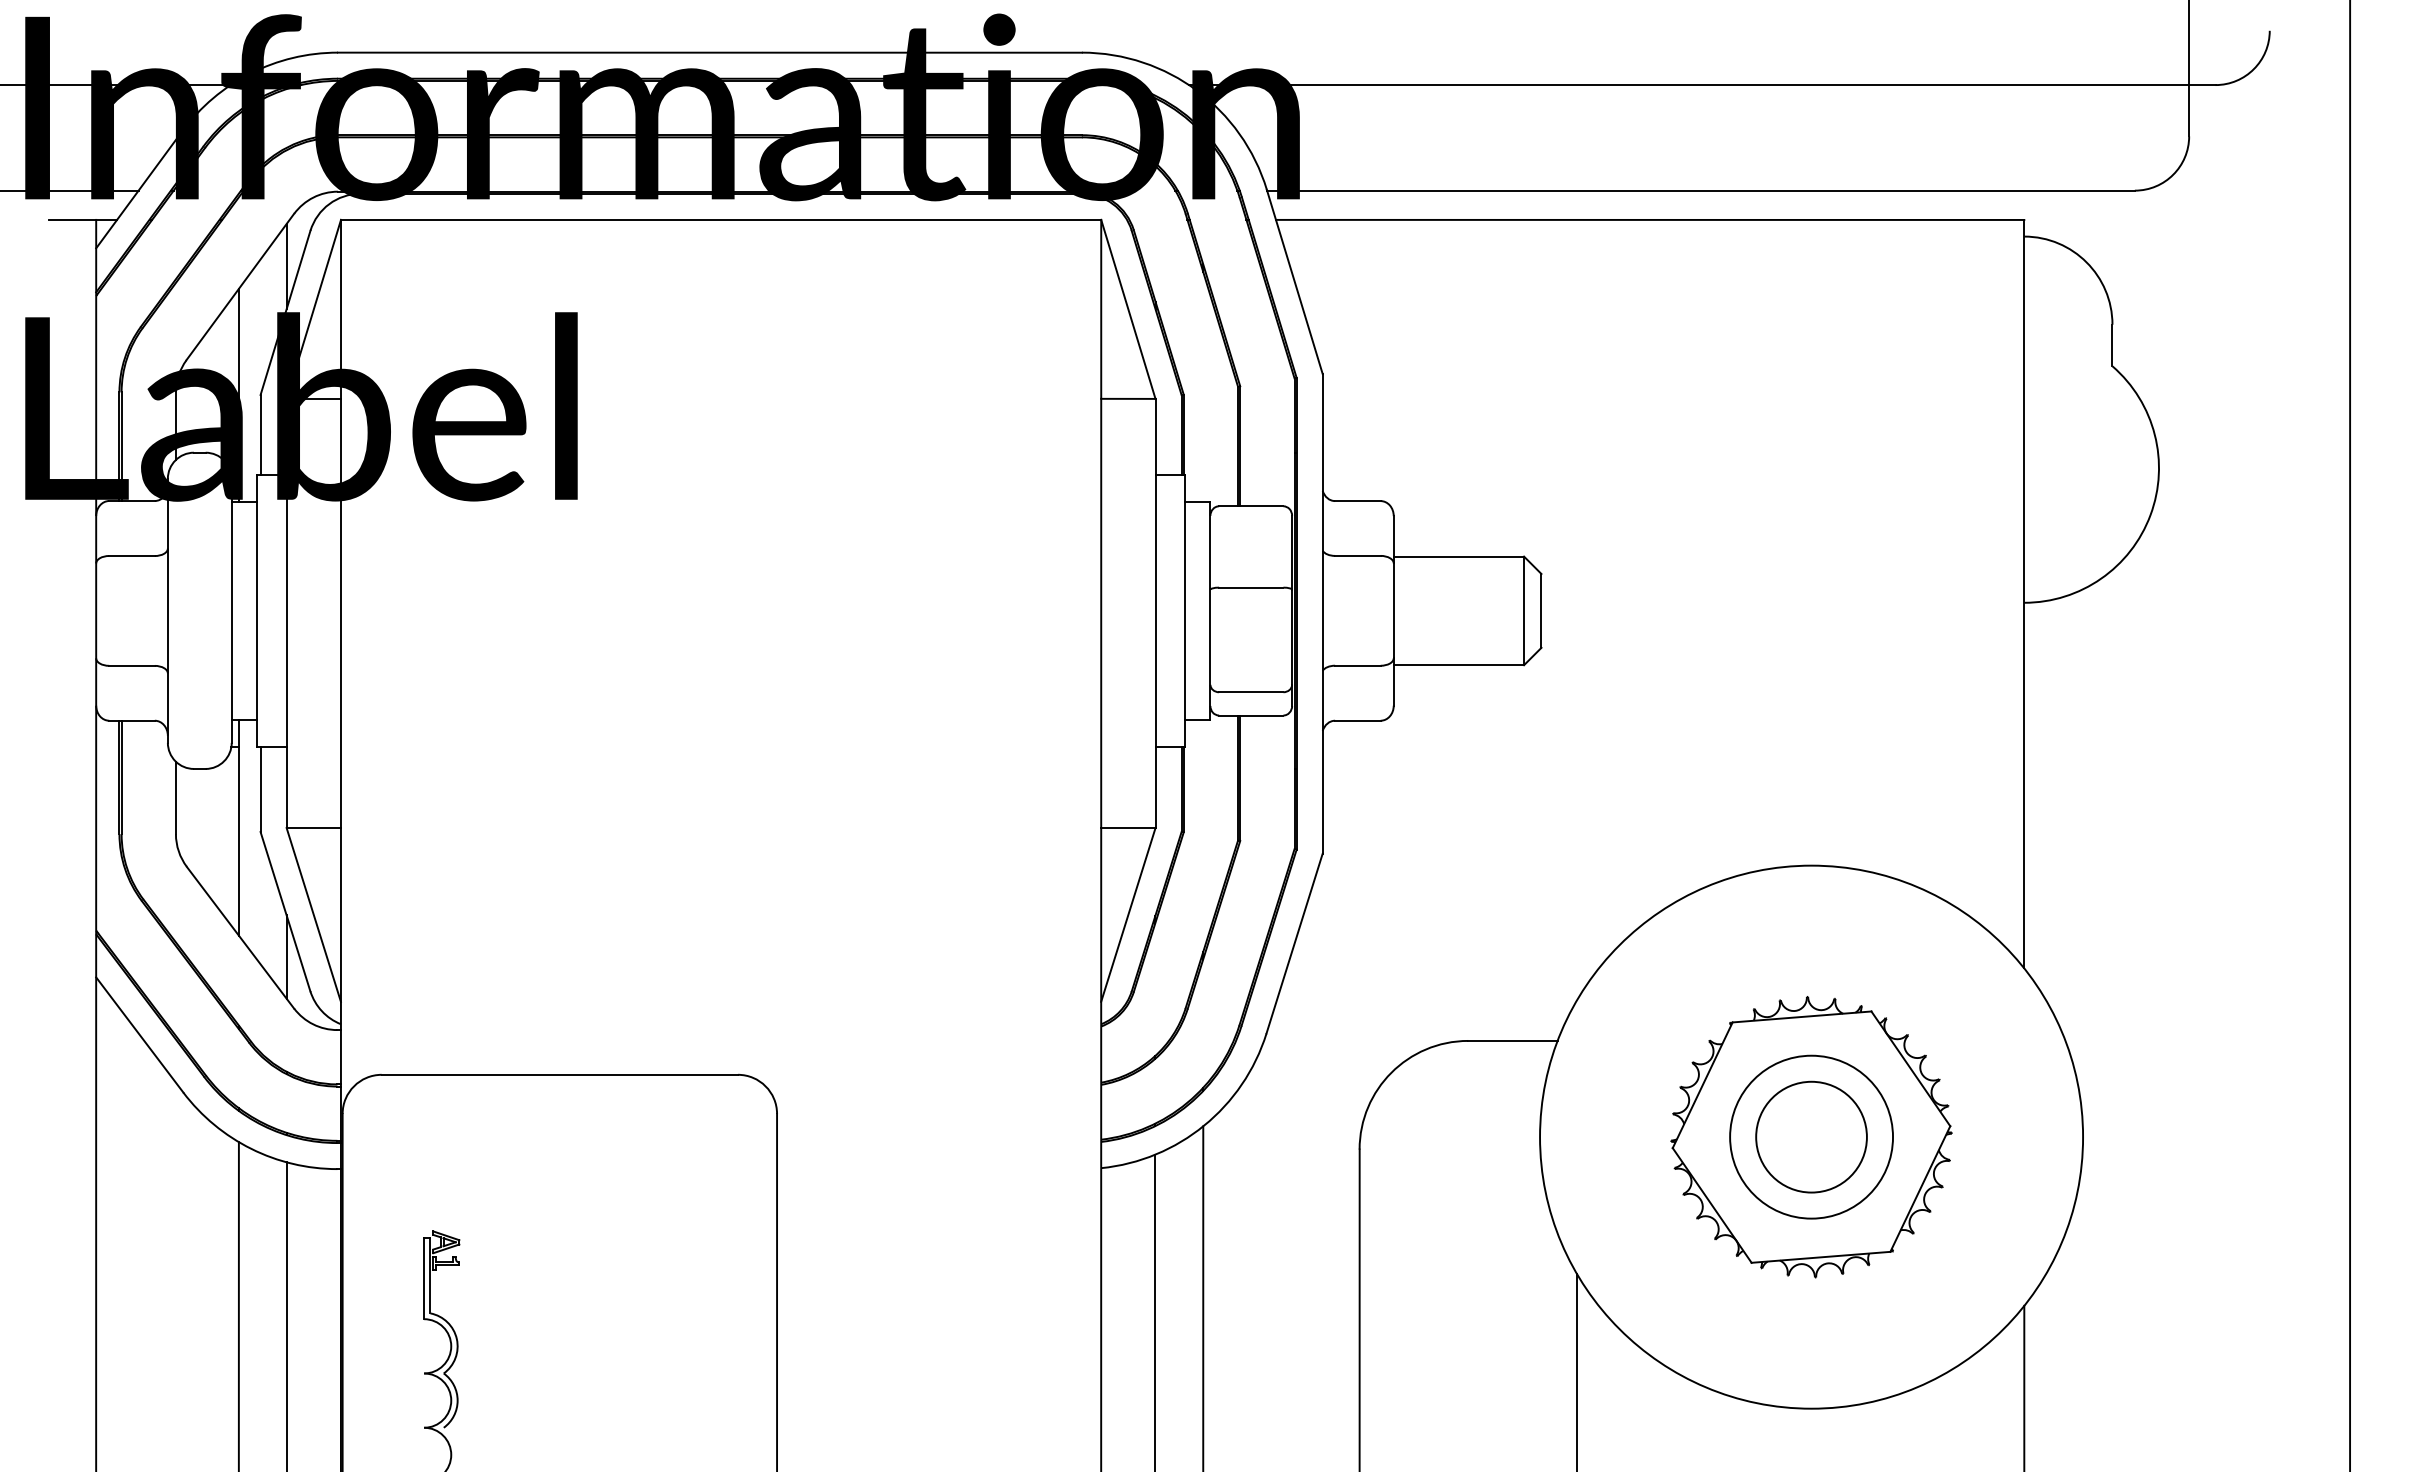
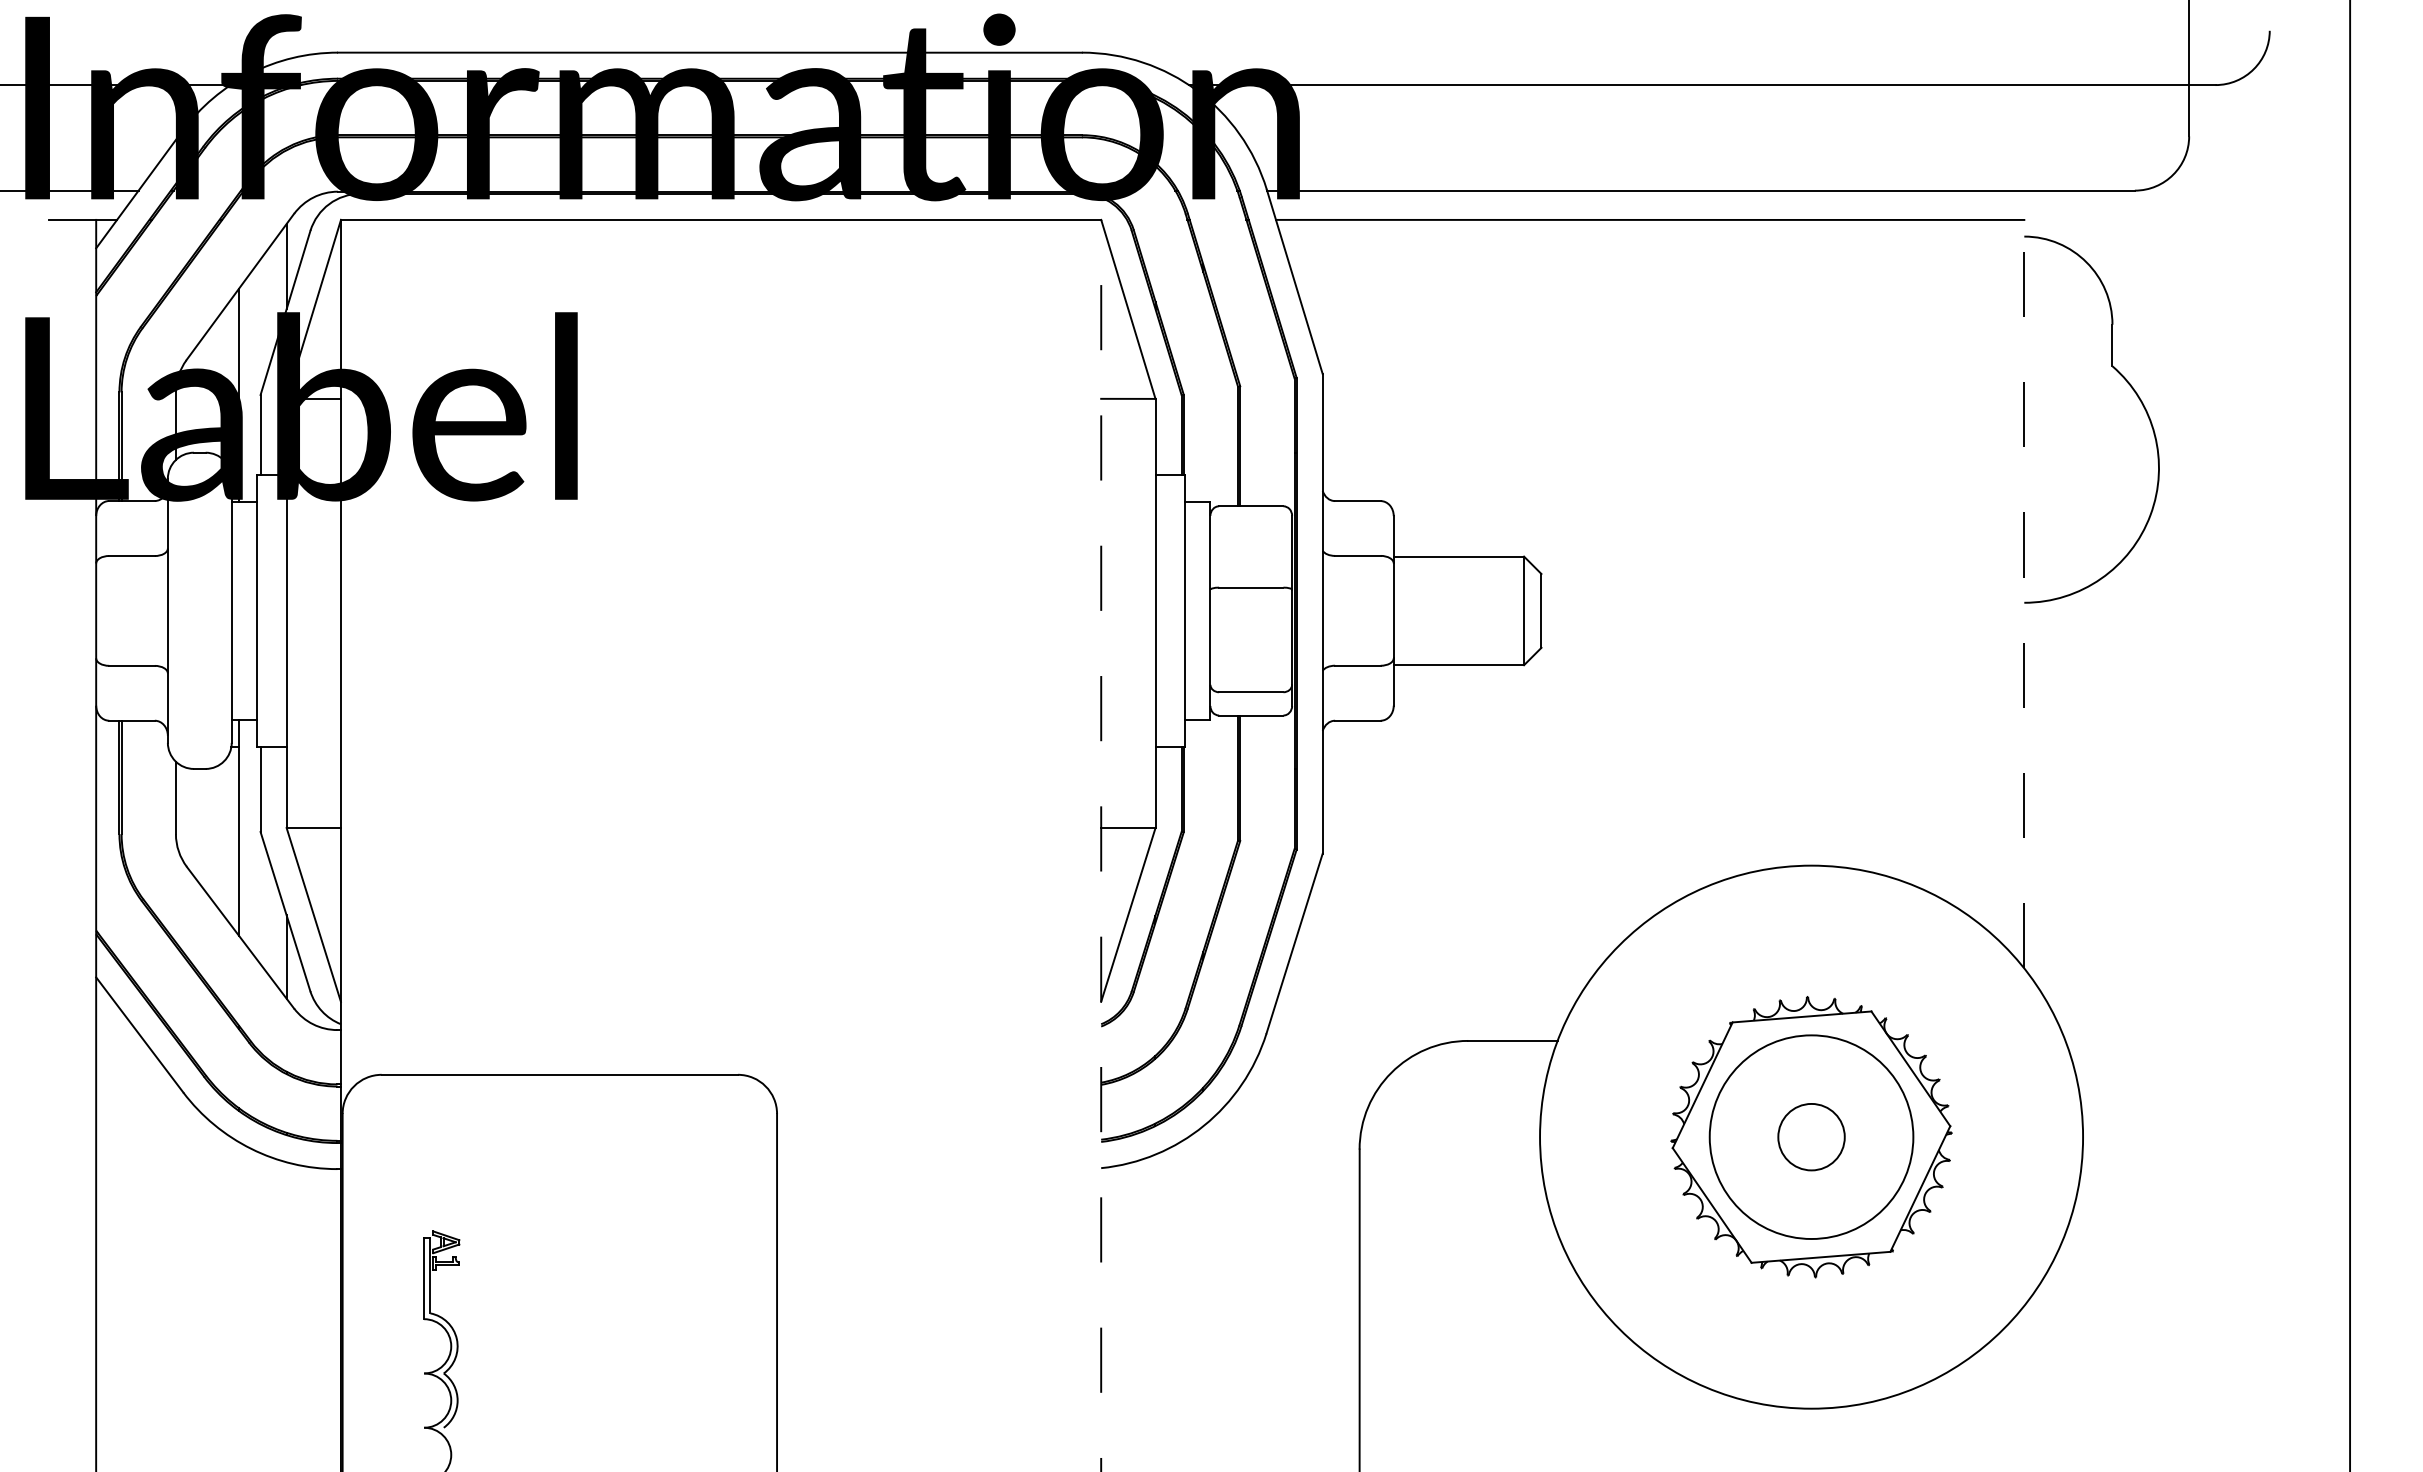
line at (2024, 593): solid -> dashed
line at (1101, 845): solid -> dashed
circle at (1811, 1136) diameter: 111 px -> 66 px
circle at (1811, 1136) diameter: 163 px -> 204 px
line at (1203, 1297): present -> none
line at (238, 1305): present -> none
line at (1155, 1311): present -> none
line at (286, 1315): present -> none
line at (1576, 1370): present -> none
line at (2024, 1386): present -> none
